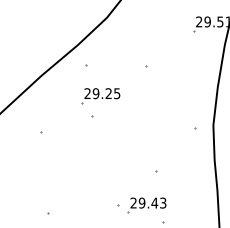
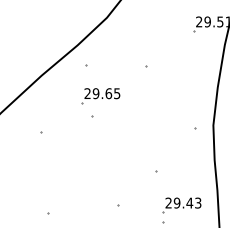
text at (108, 93): 29.25 -> 29.65
part at (146, 205) position: (146, 205) -> (181, 205)
